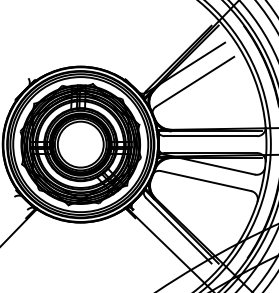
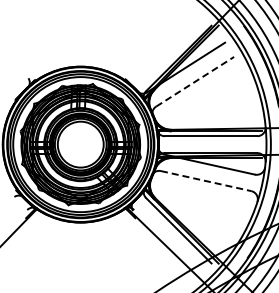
line at (195, 81): solid -> dashed
line at (206, 181): solid -> dashed
